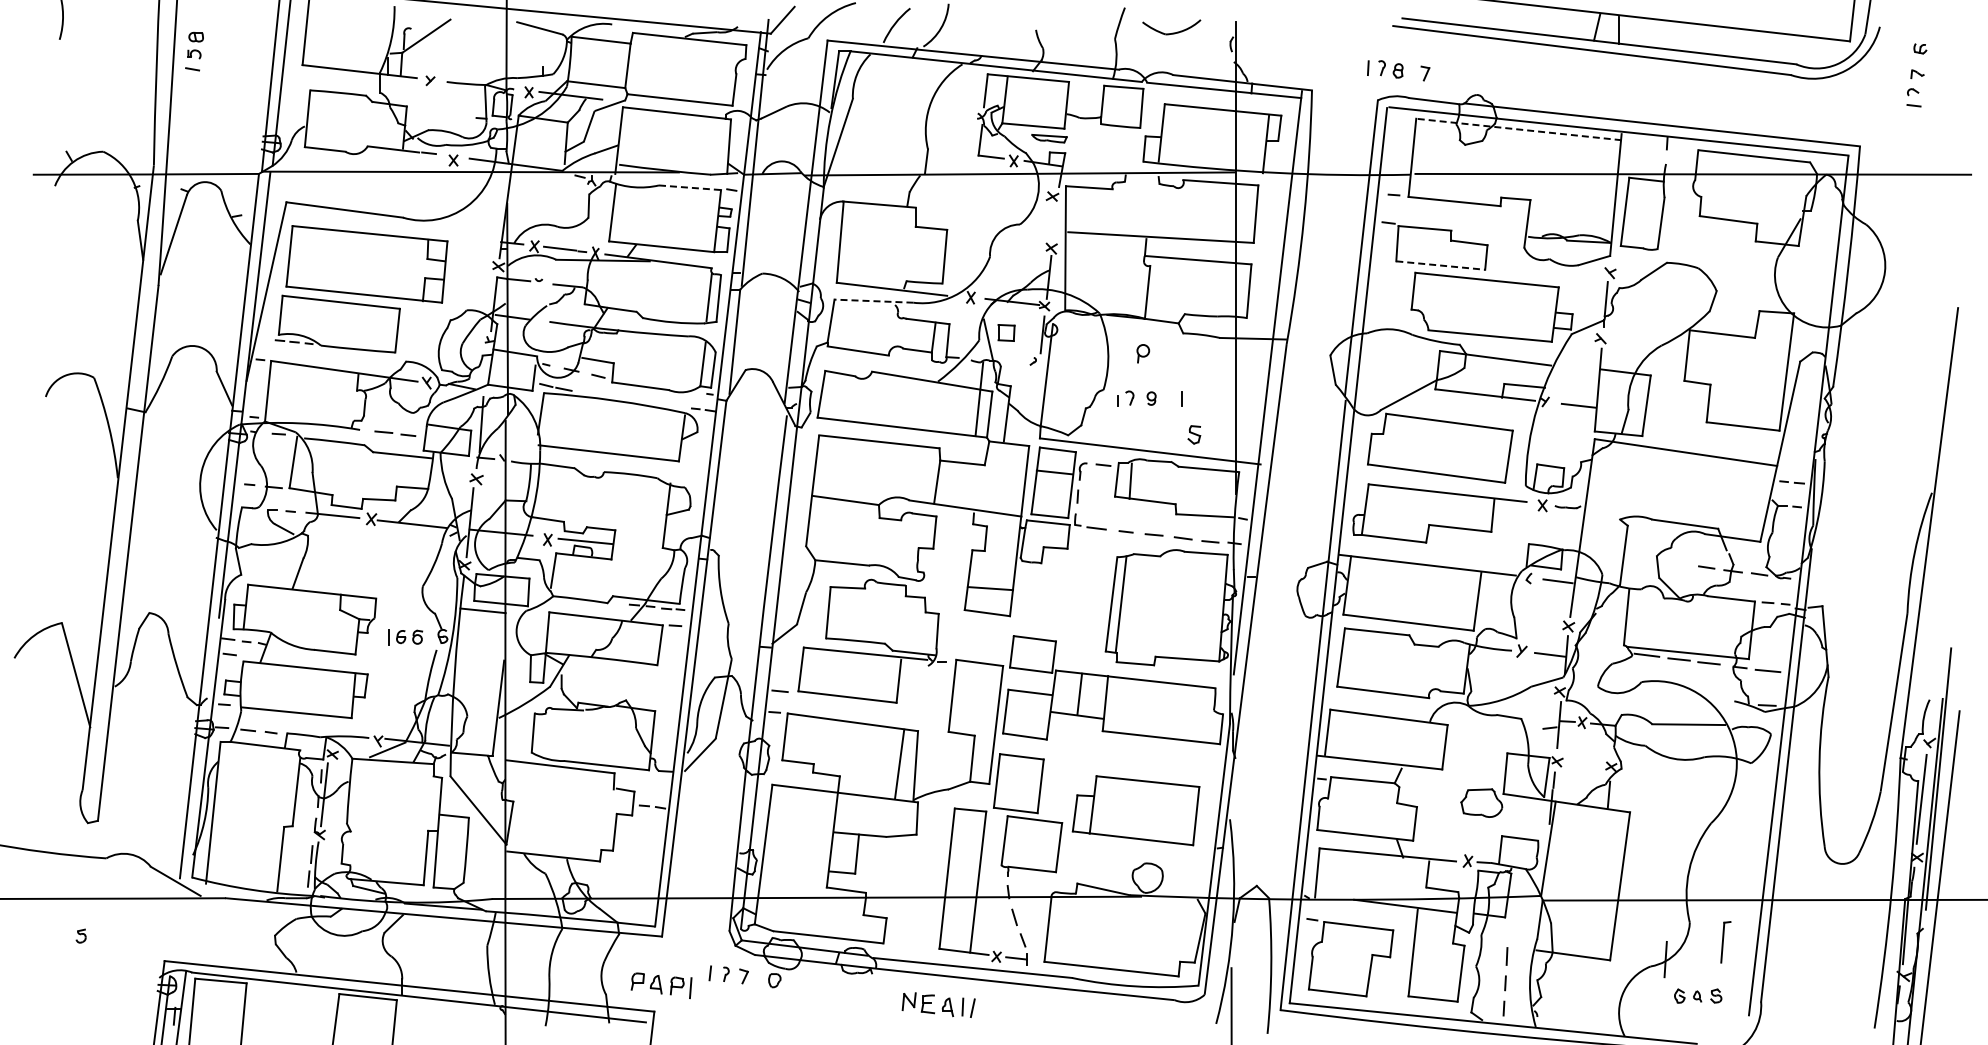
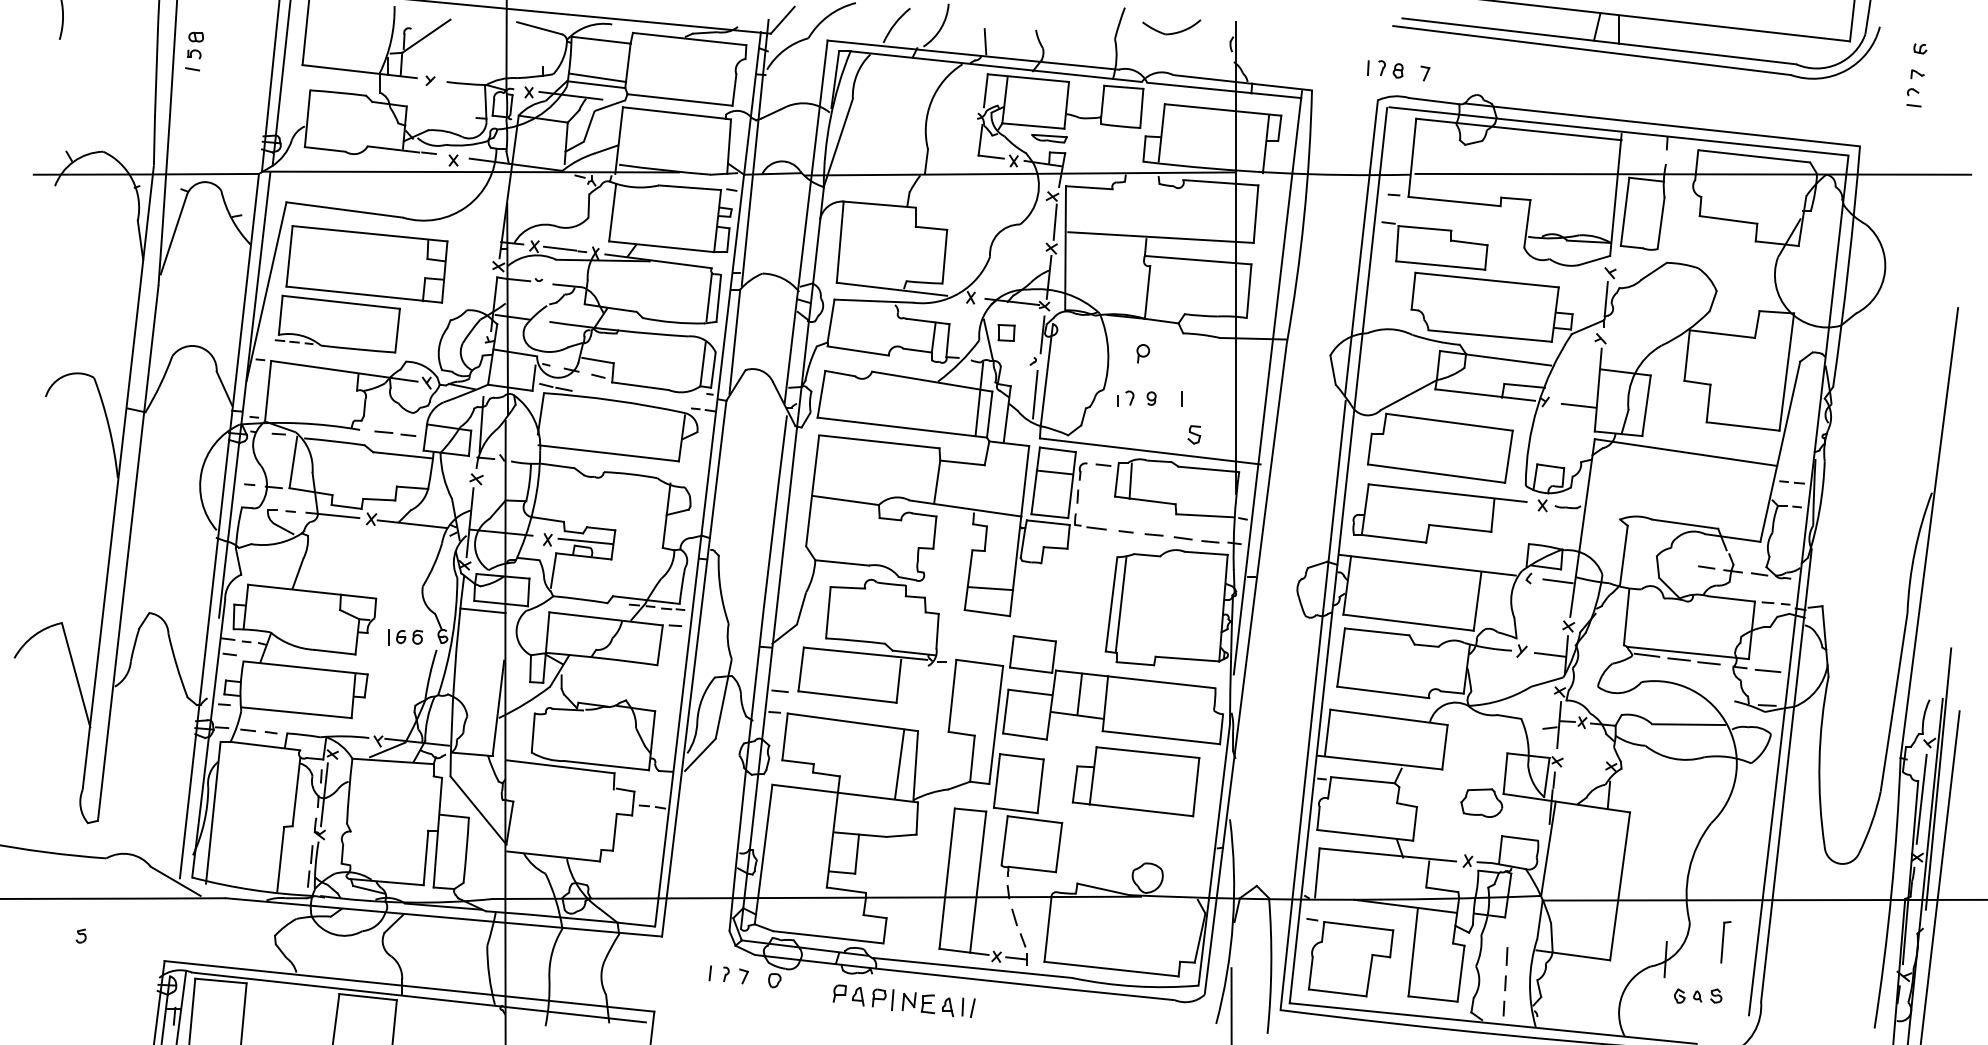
line at (985, 41): none -> present
line at (597, 77): none -> present
line at (1518, 129): dashed -> solid
line at (690, 187): dashed -> solid
line at (1054, 221): none -> present
line at (1440, 265): dashed -> solid
line at (873, 301): dashed -> solid
line at (1035, 394): none -> present
part at (1135, 810) position: (1135, 810) -> (1135, 781)
part at (661, 985) position: (661, 985) -> (863, 997)
